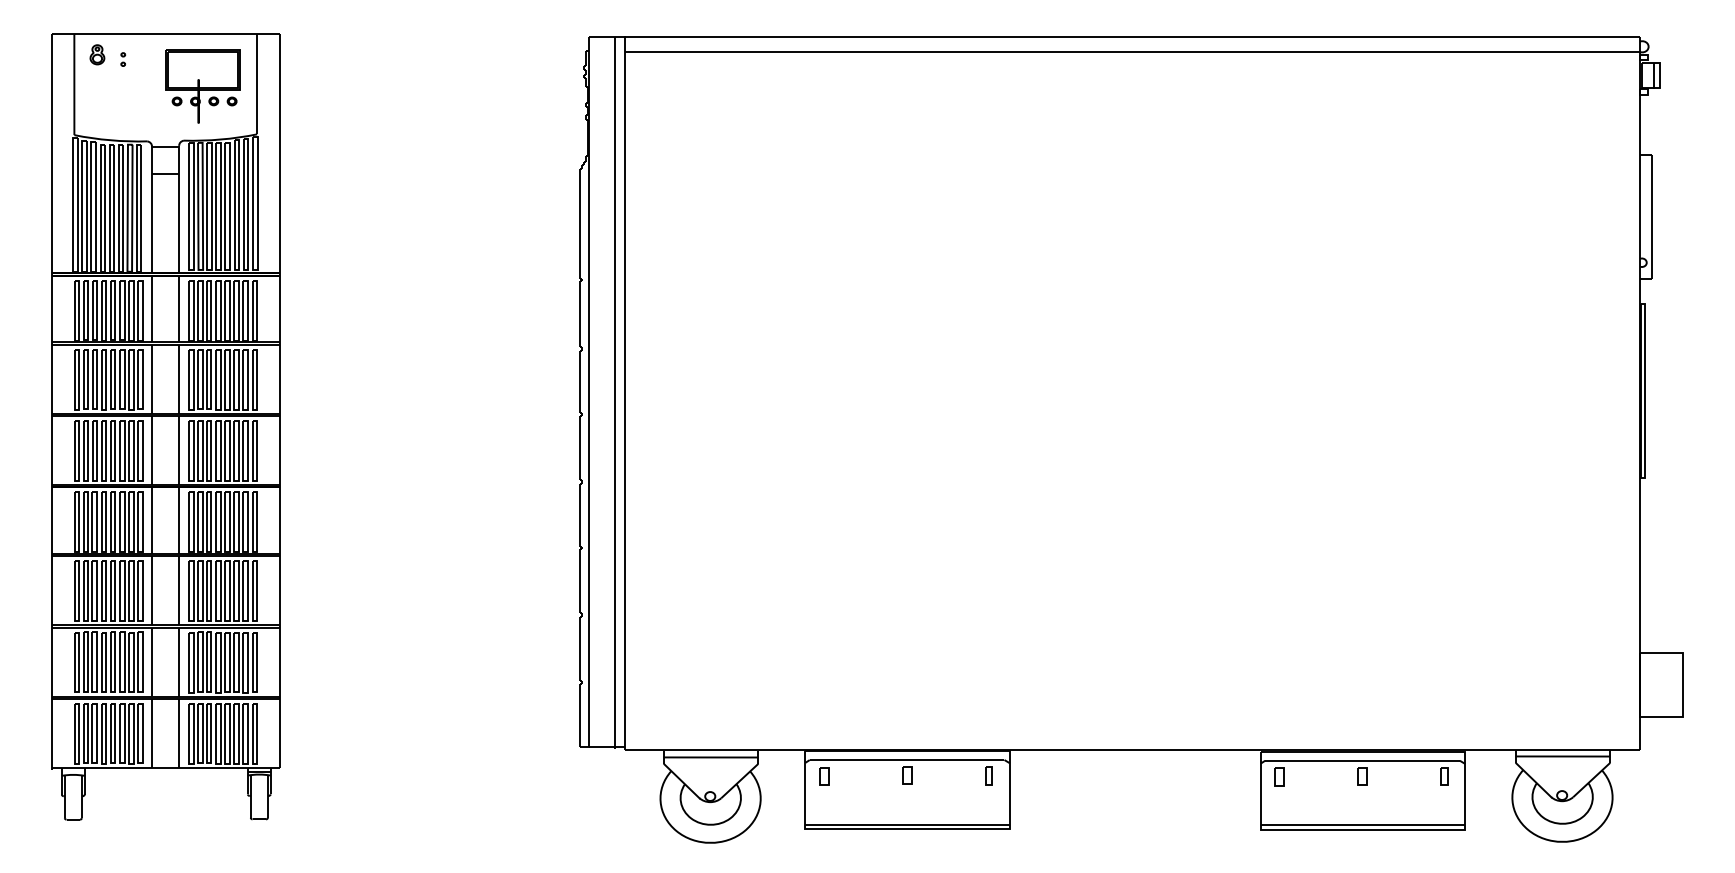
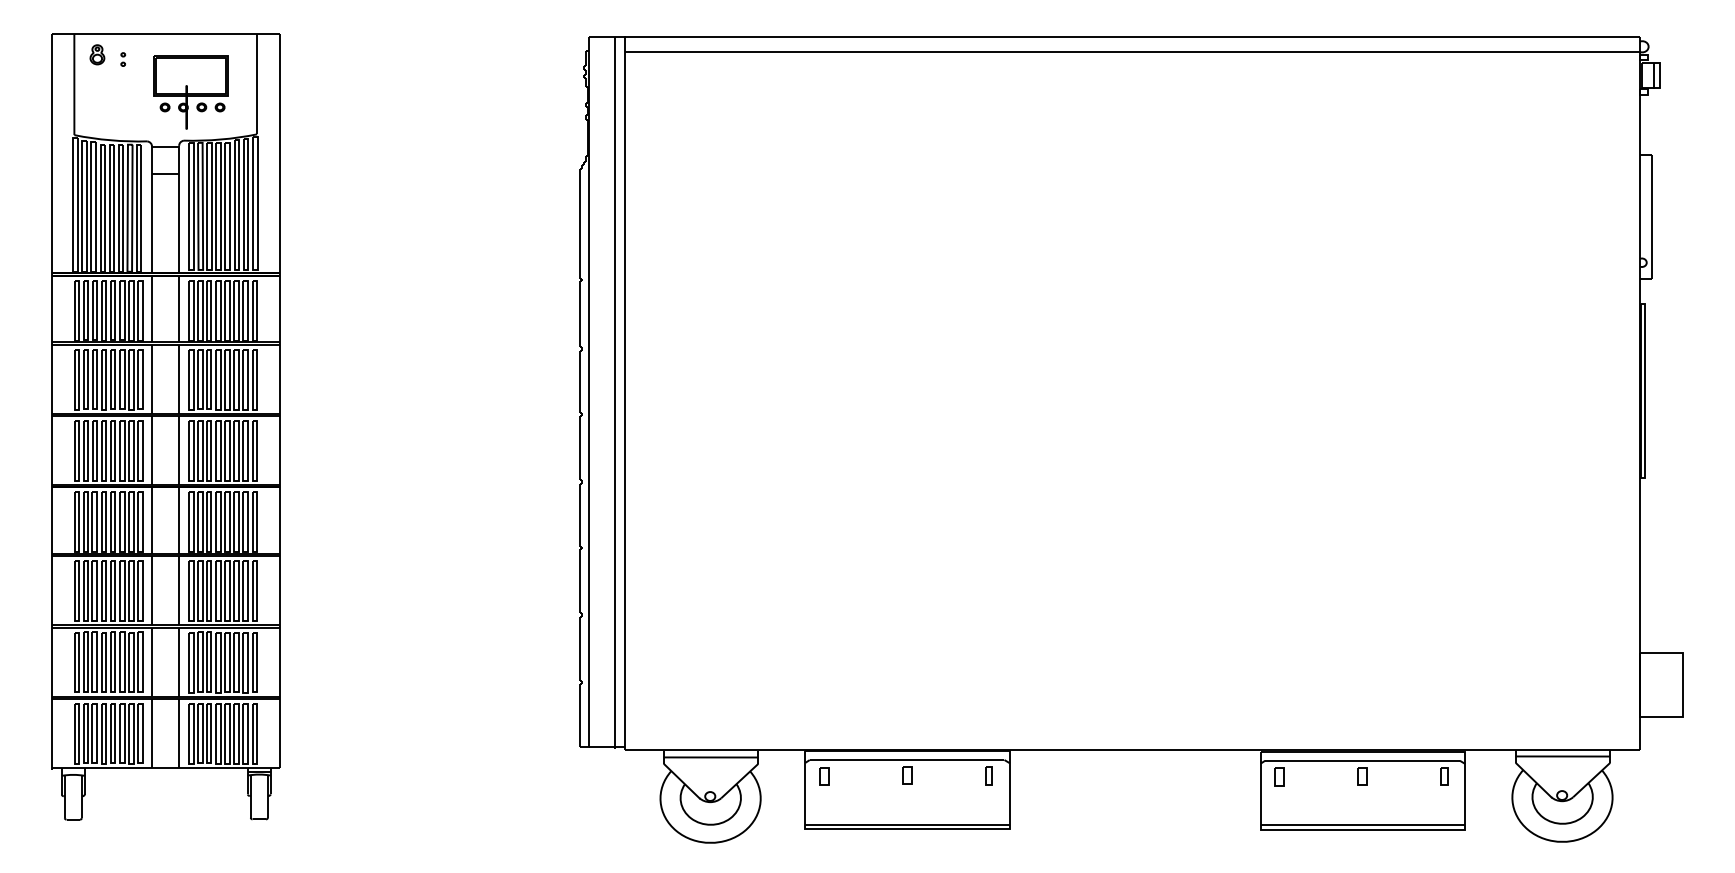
part at (202, 86) position: (202, 86) -> (190, 92)
